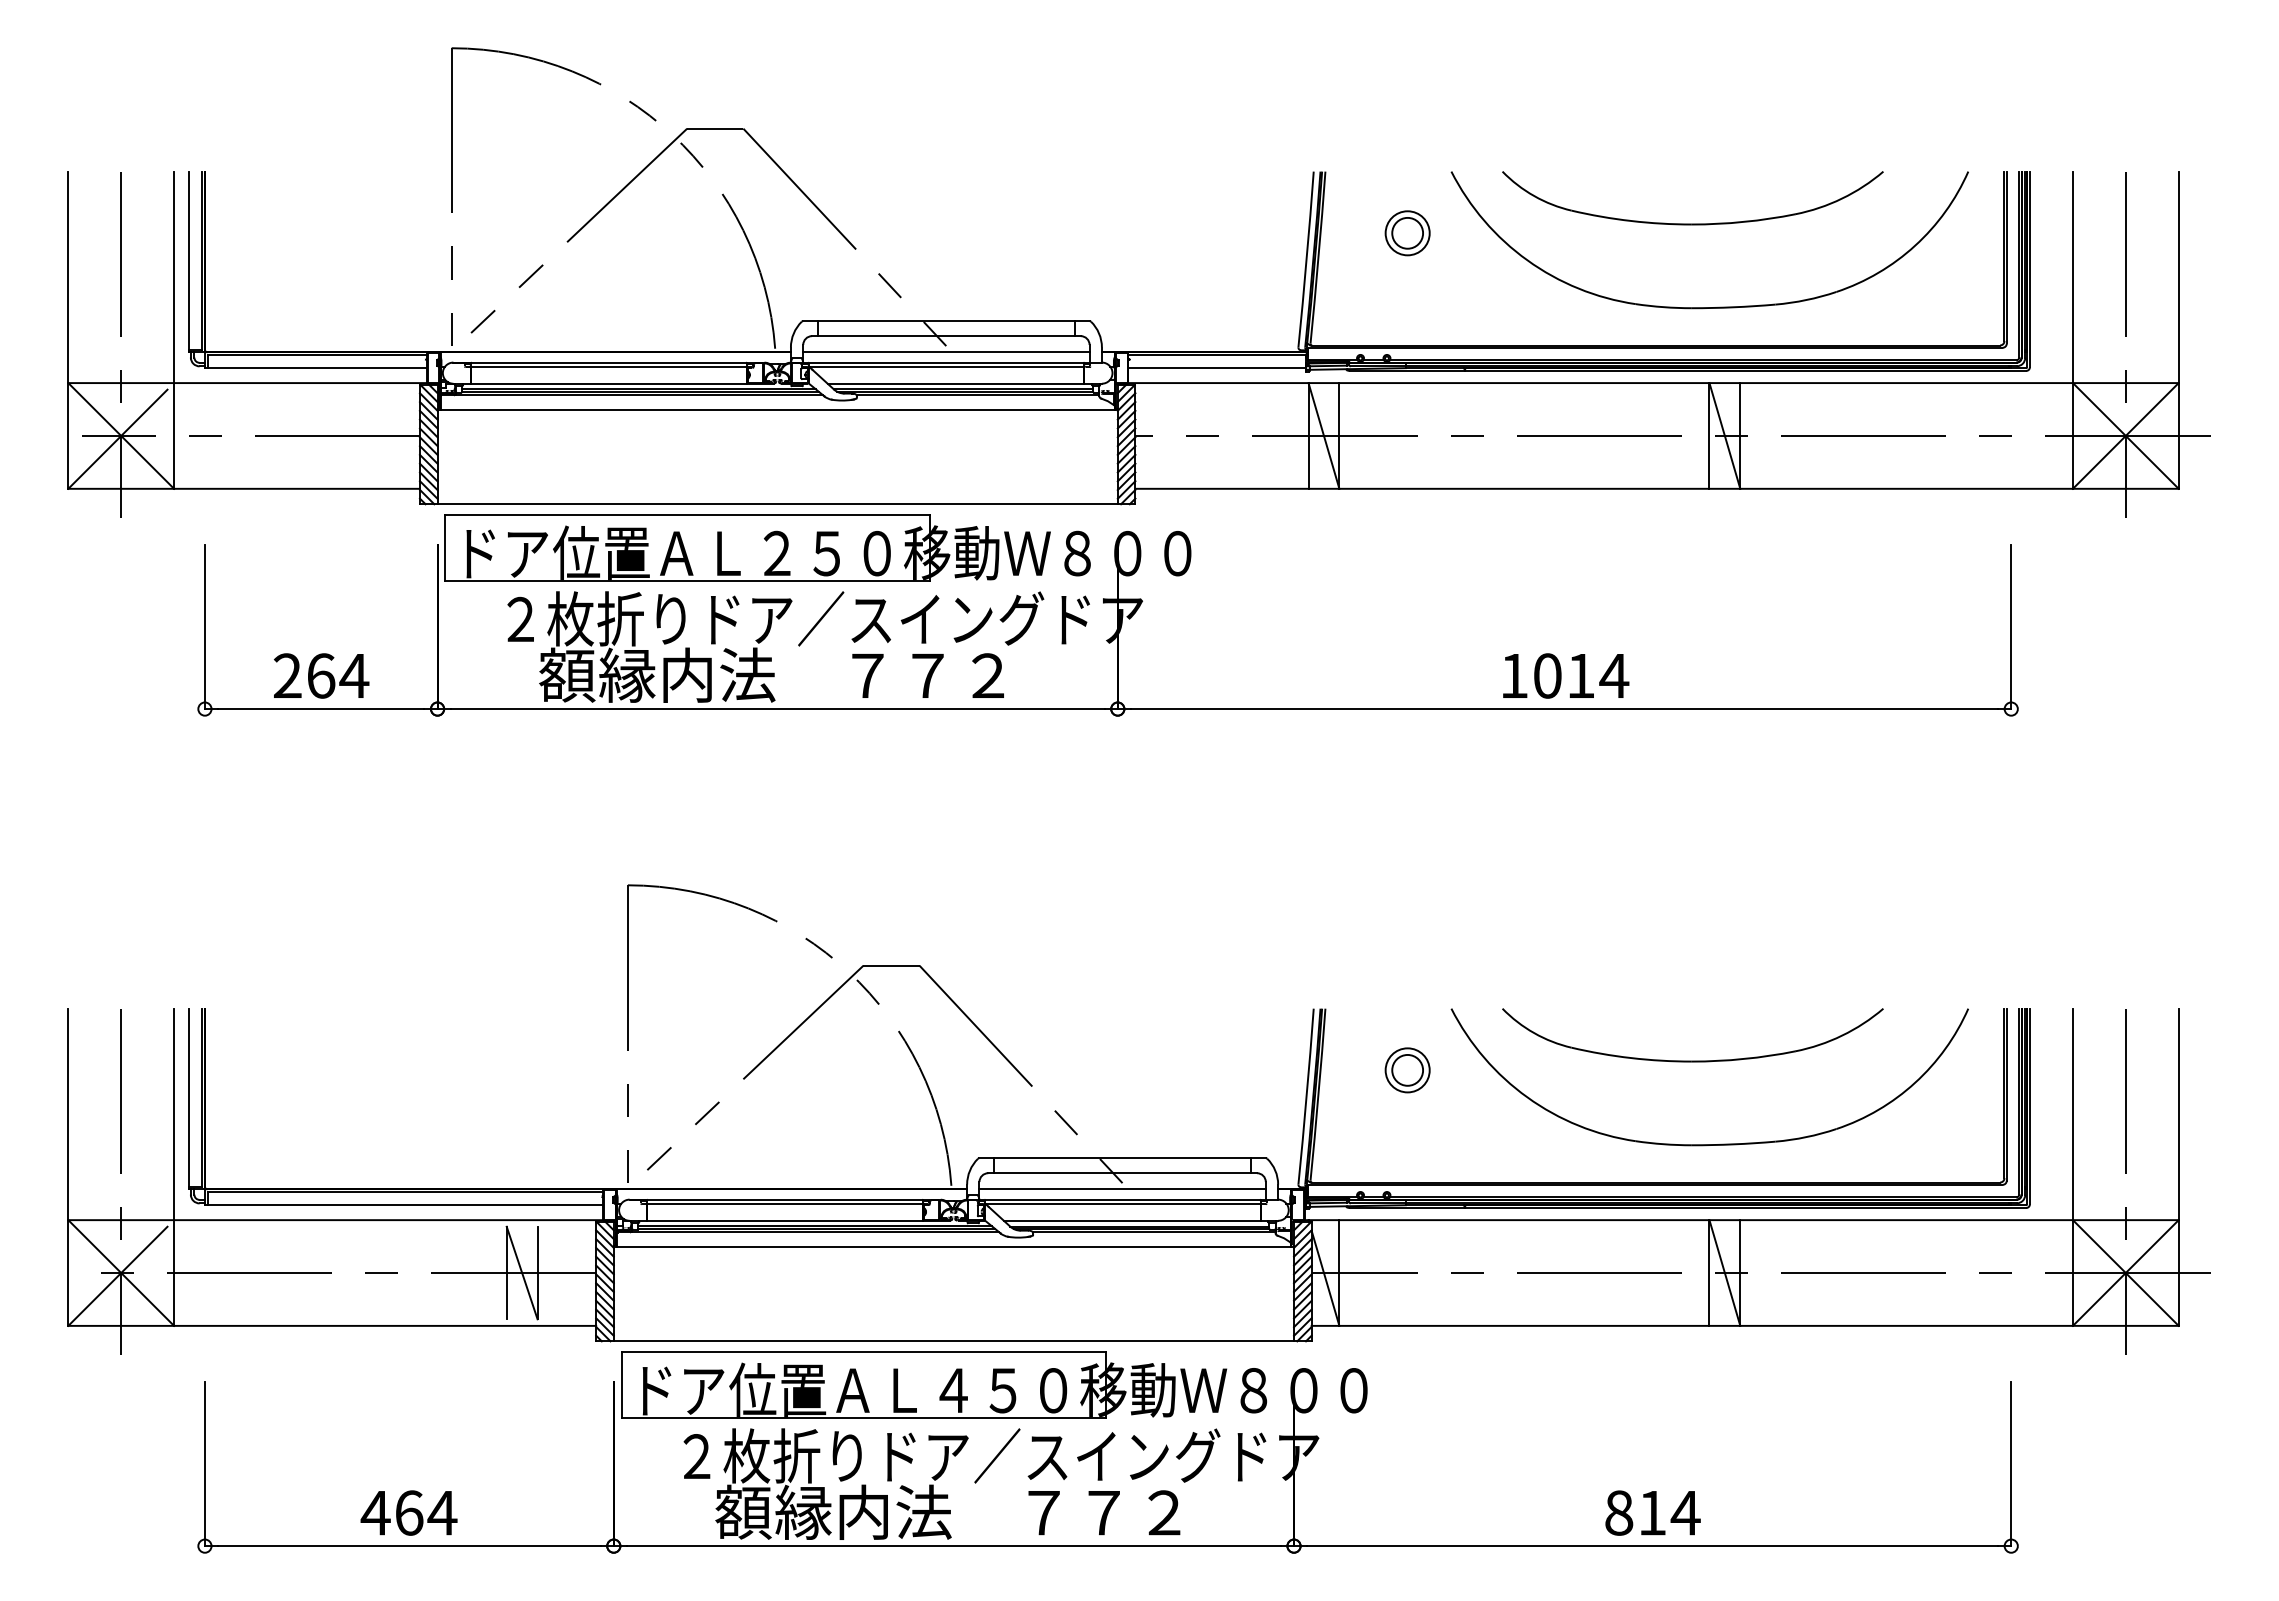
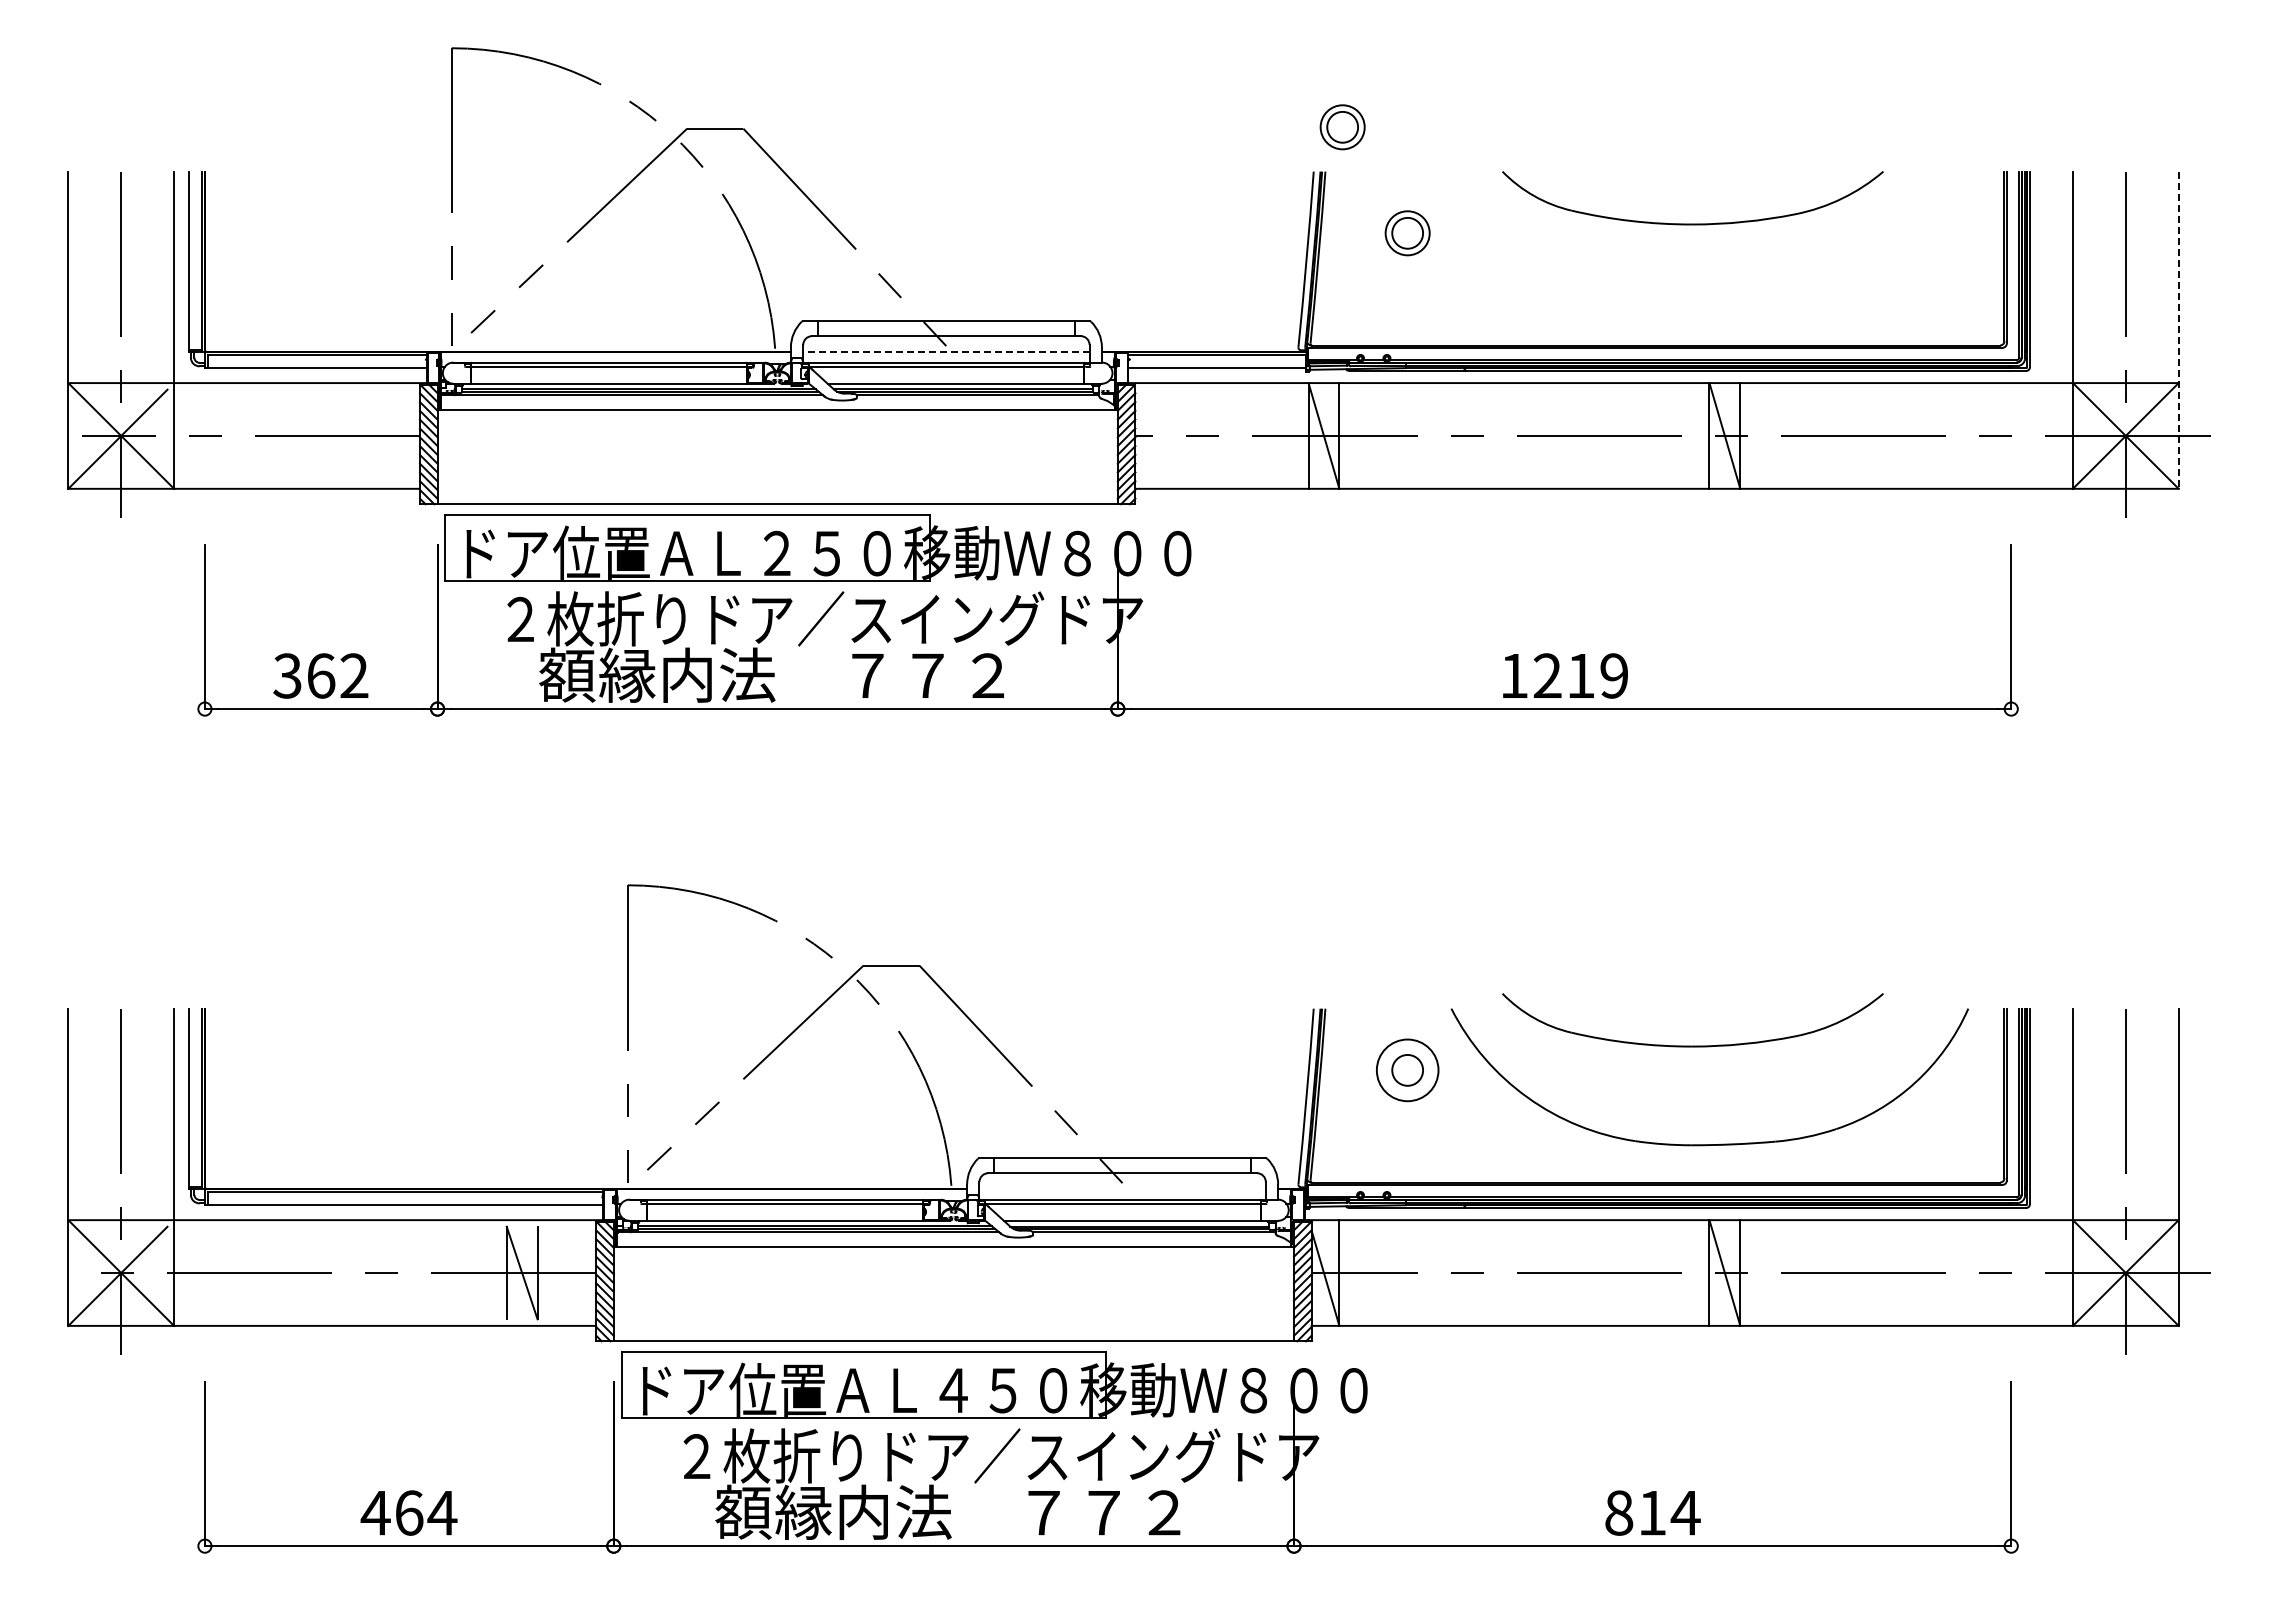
part at (1342, 127): none -> present
part at (1718, 306): present -> none
line at (2178, 330): solid -> dashed
line at (945, 352): solid -> dashed
text at (321, 675): 264 -> 362
text at (1581, 675): 1014 -> 1219
part at (1692, 1060) position: (1692, 1060) -> (1692, 1045)
circle at (1407, 1070) diameter: 44 px -> 62 px
line at (1122, 1189): present -> none
